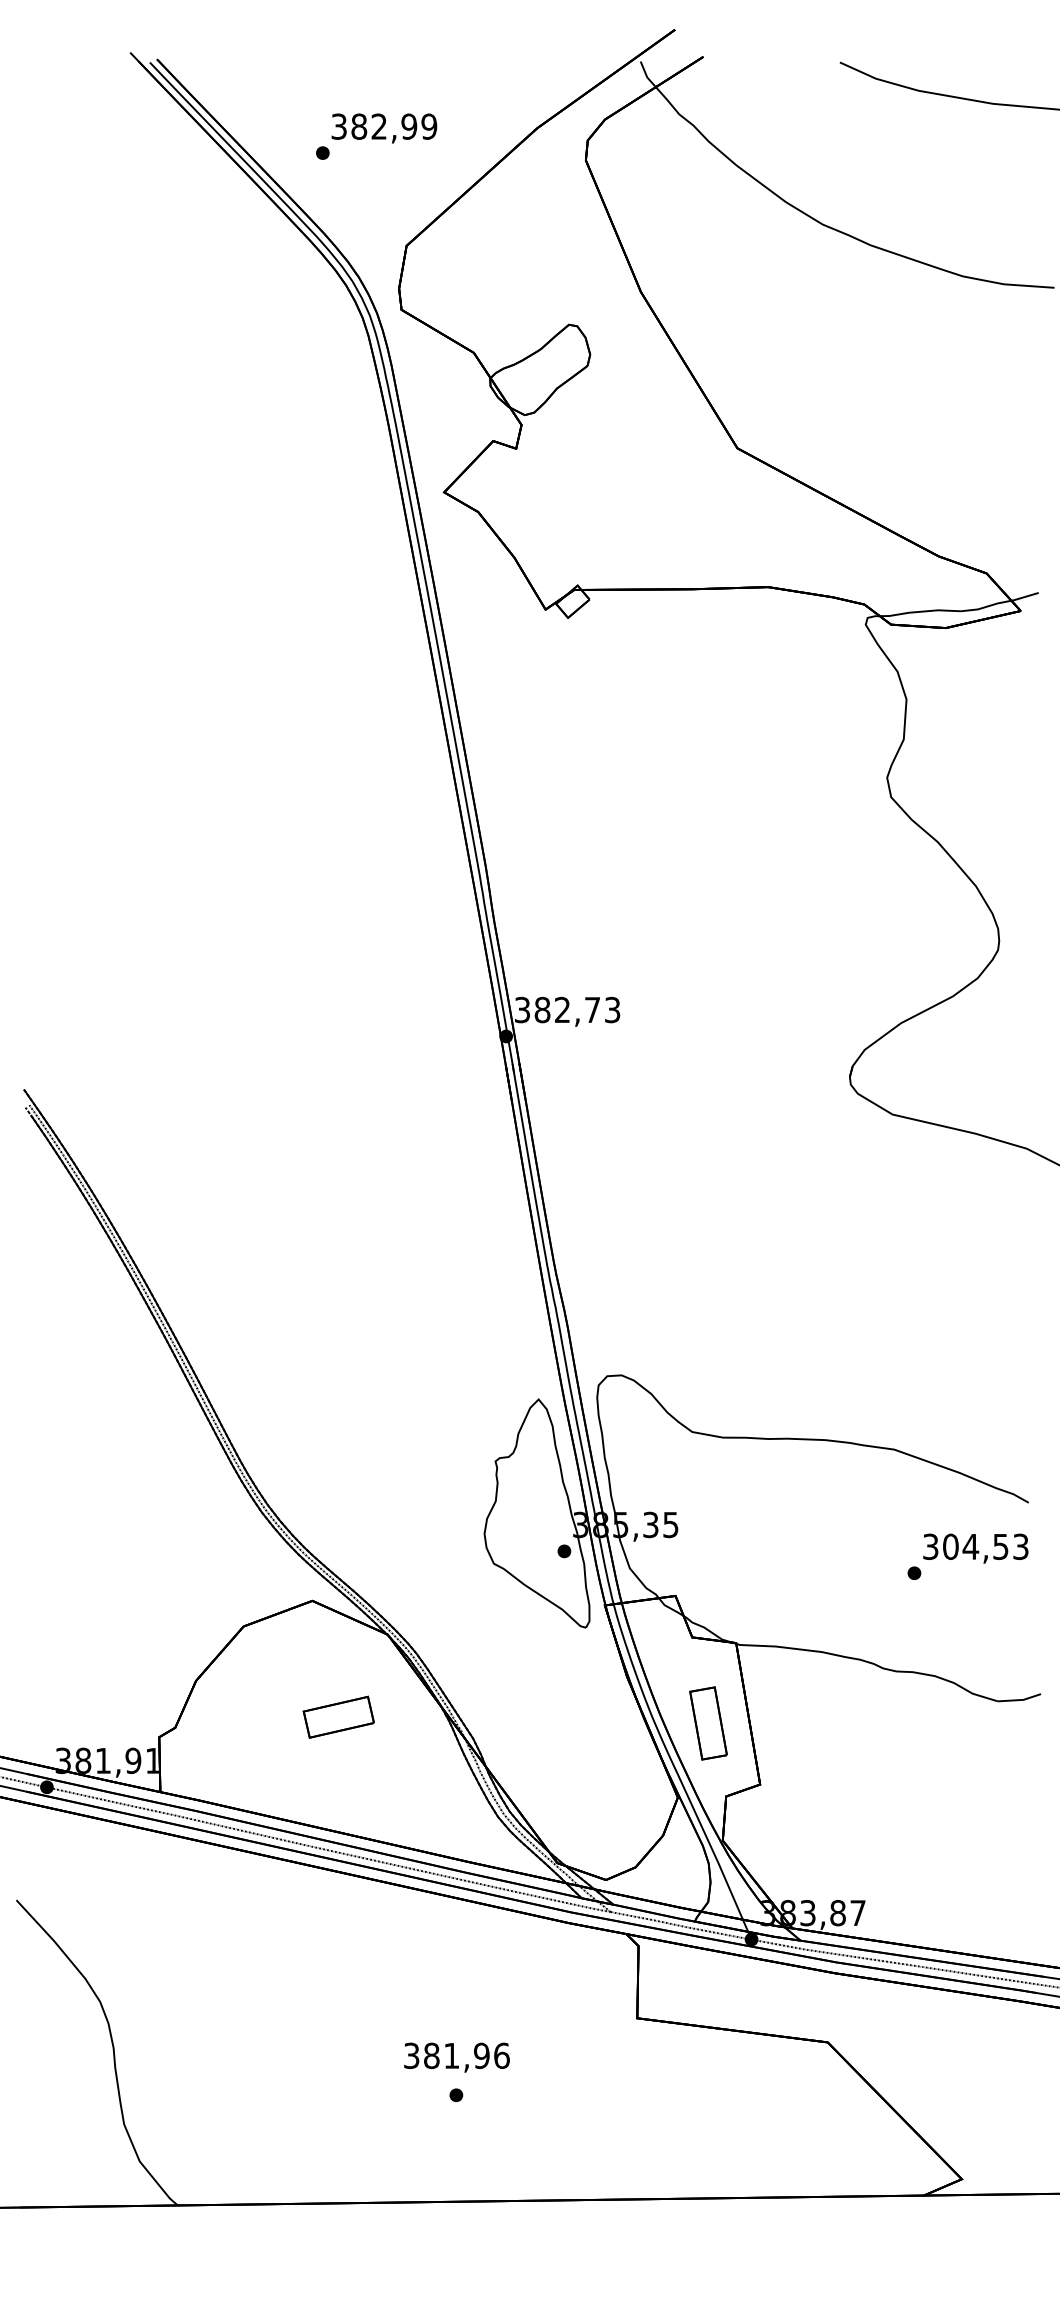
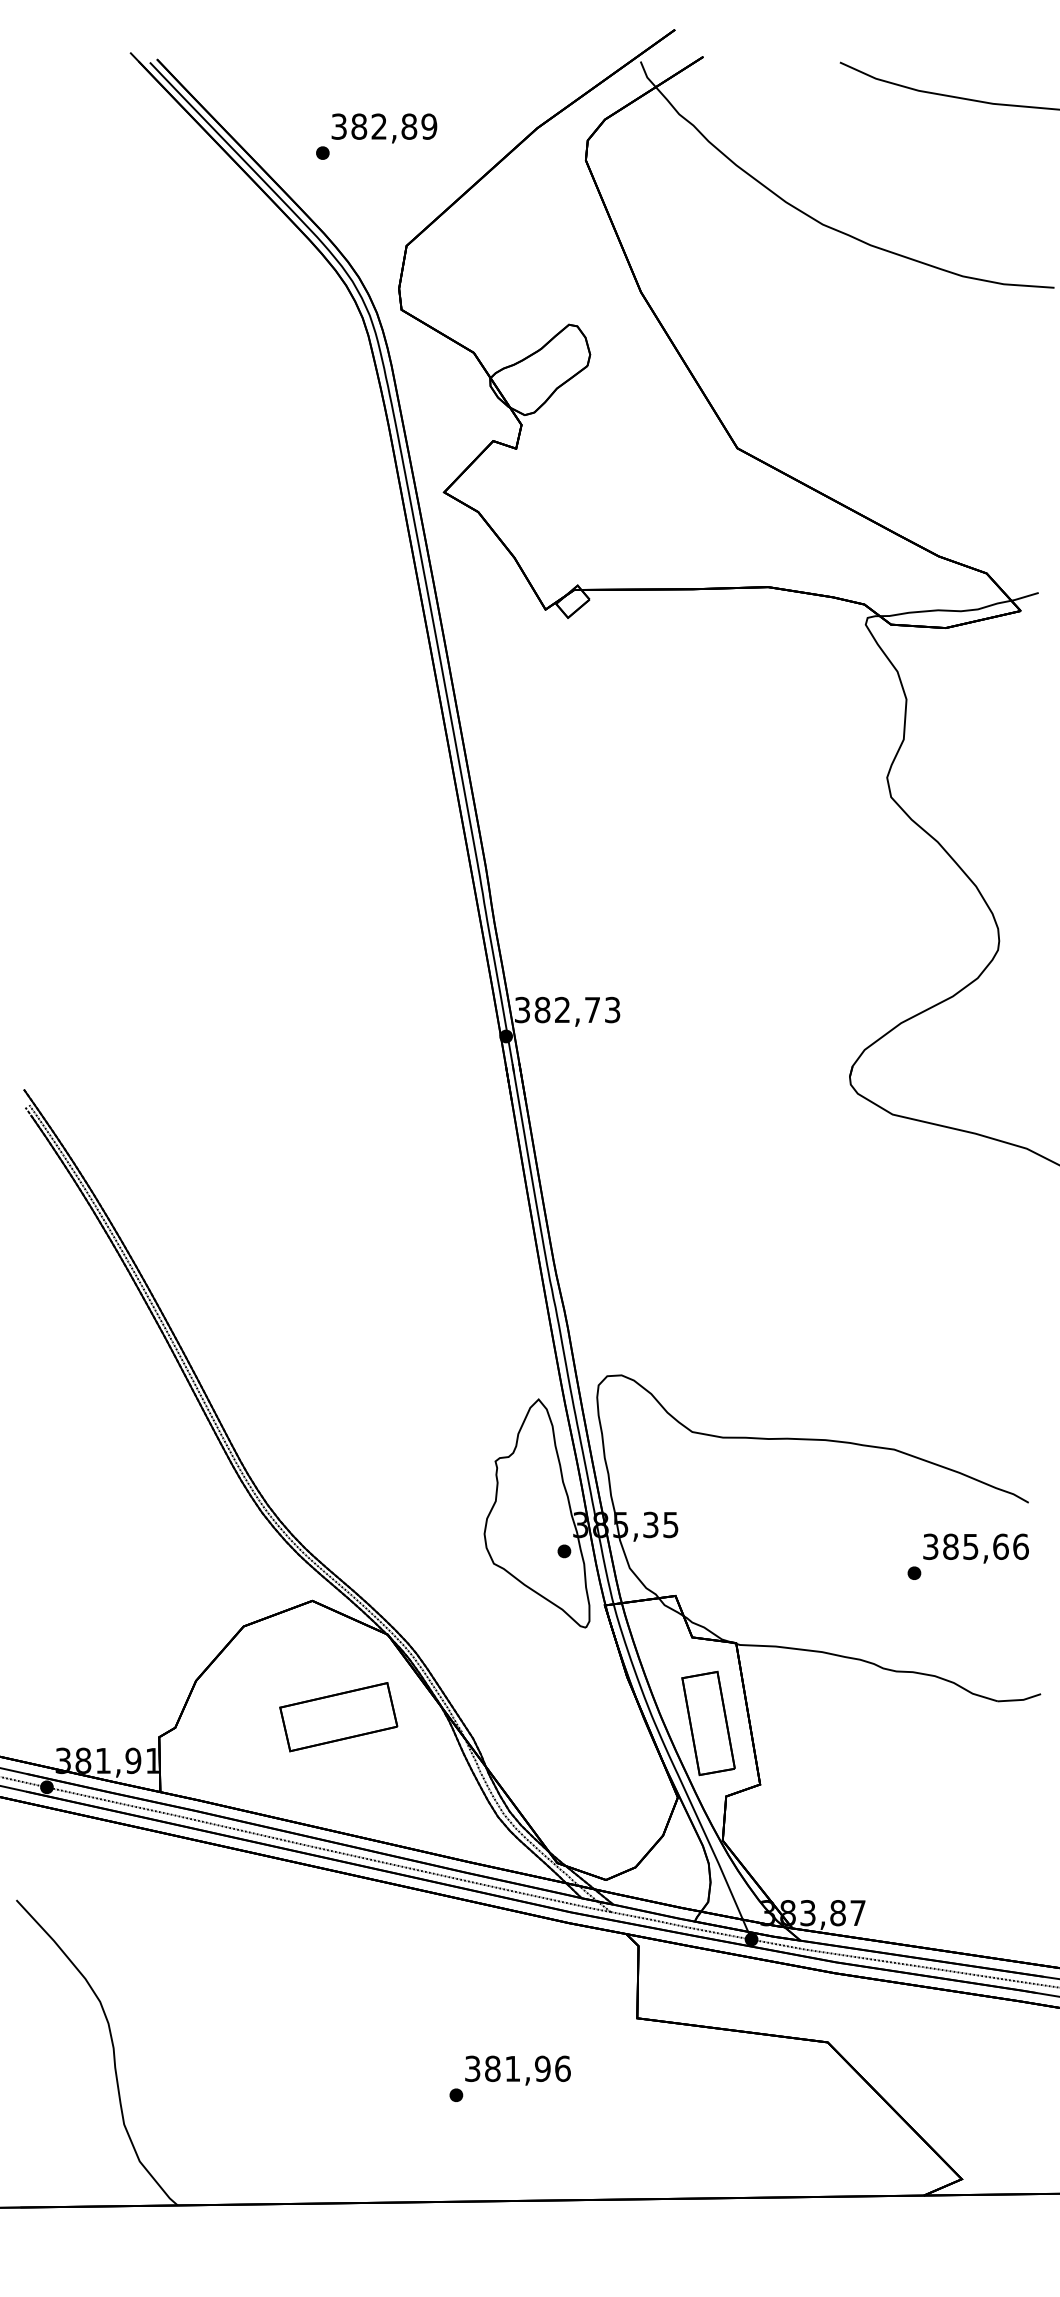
text at (409, 126): 382,99 -> 382,89
text at (985, 1546): 304,53 -> 385,66
part at (338, 1716) size: 73x44 px -> 120x71 px
part at (708, 1723) size: 39x75 px -> 55x107 px
text at (456, 2057) position: (456, 2057) -> (517, 2070)
